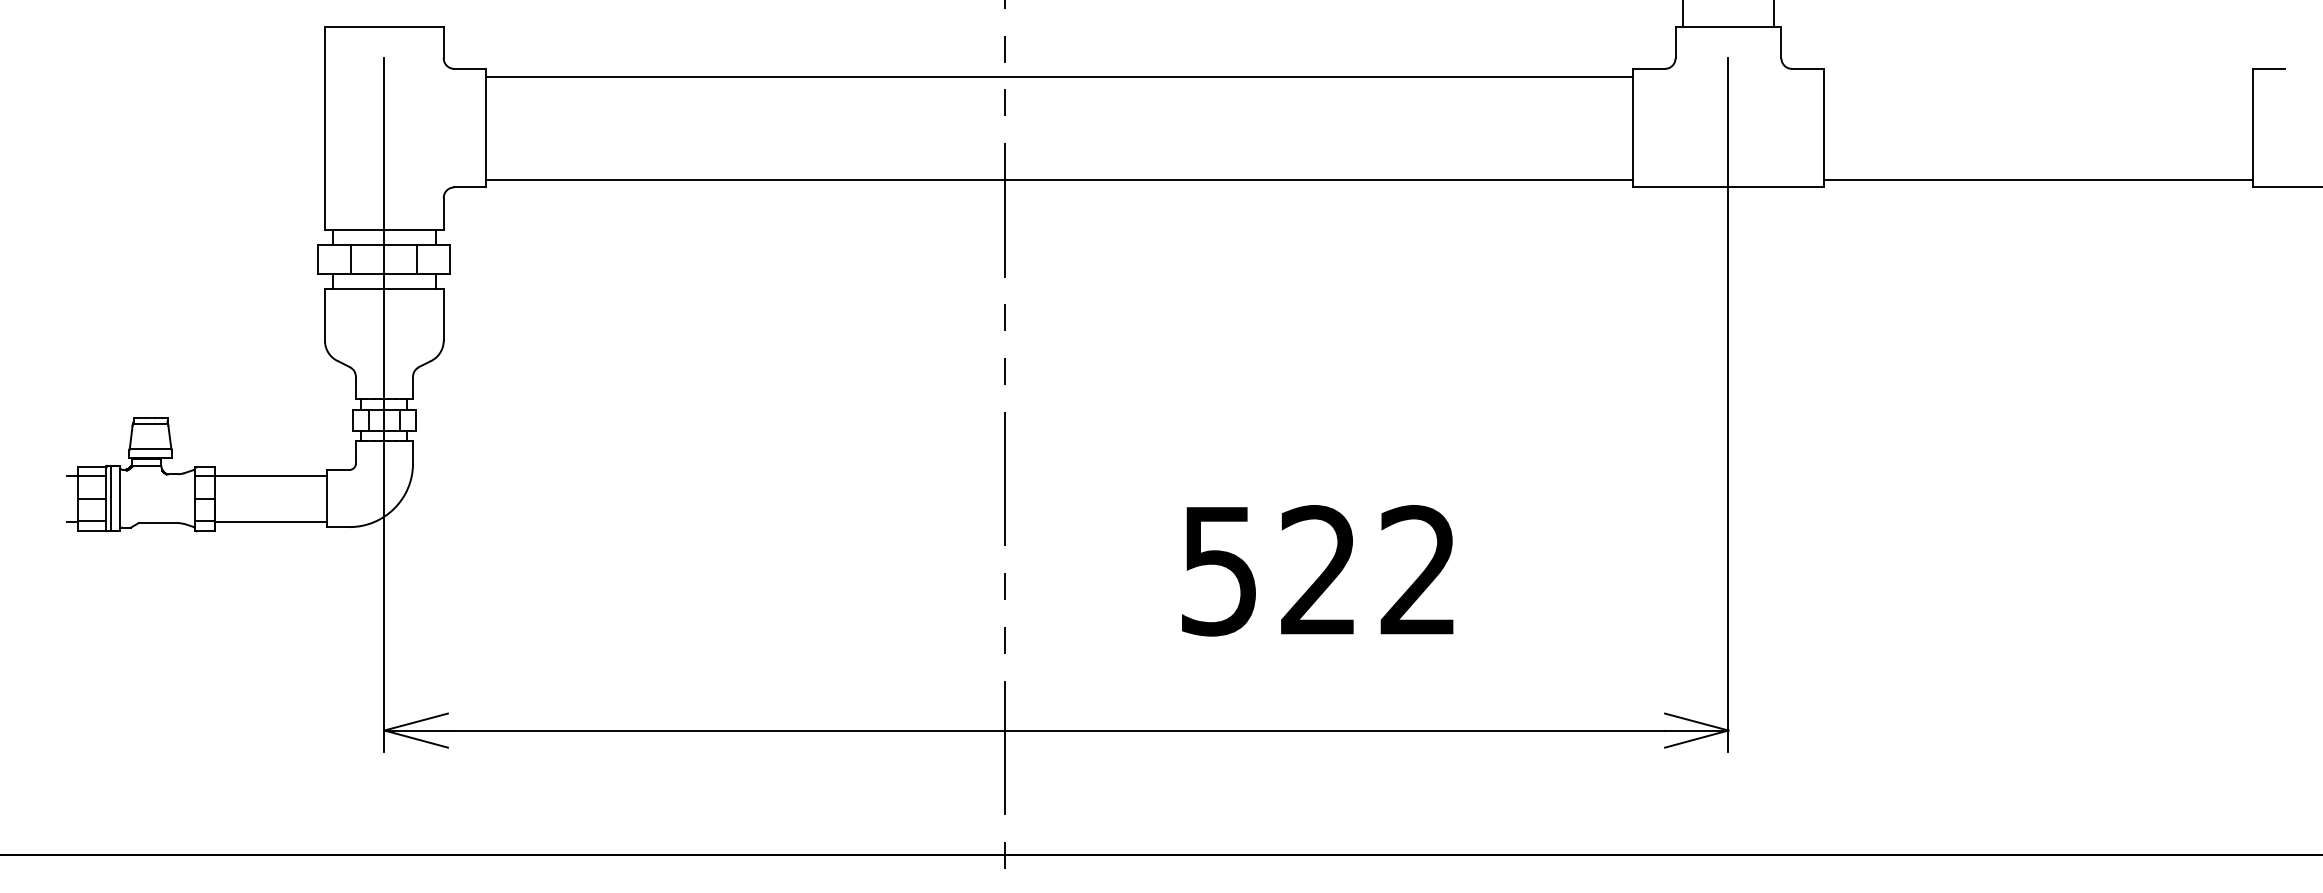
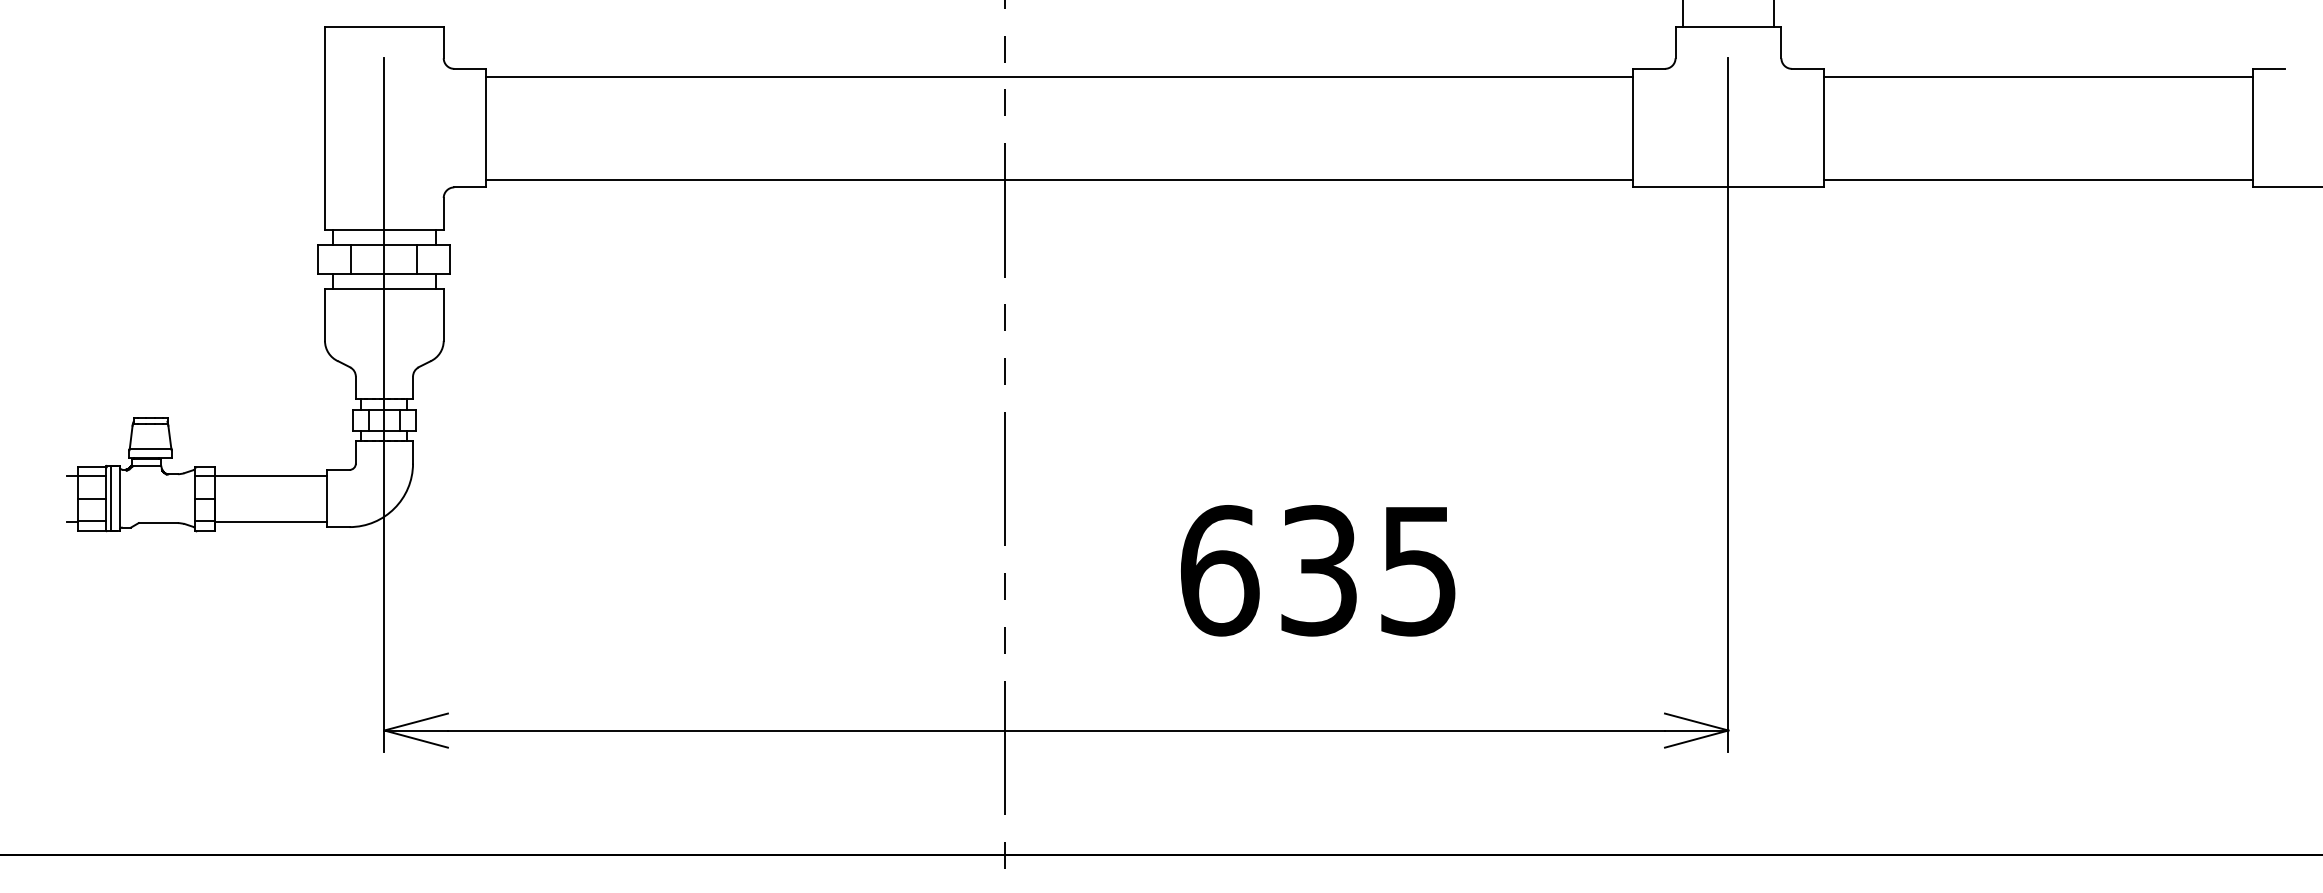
line at (2038, 76): none -> present
text at (1318, 570): 522 -> 635
